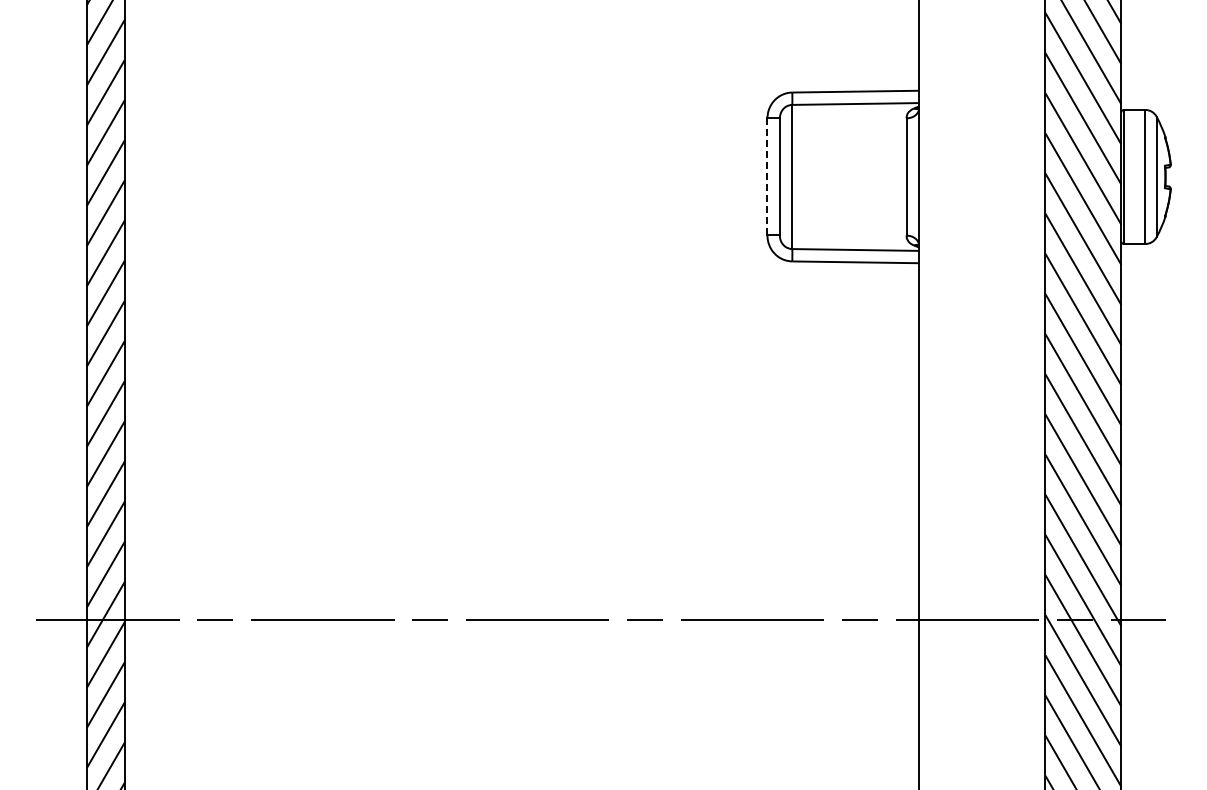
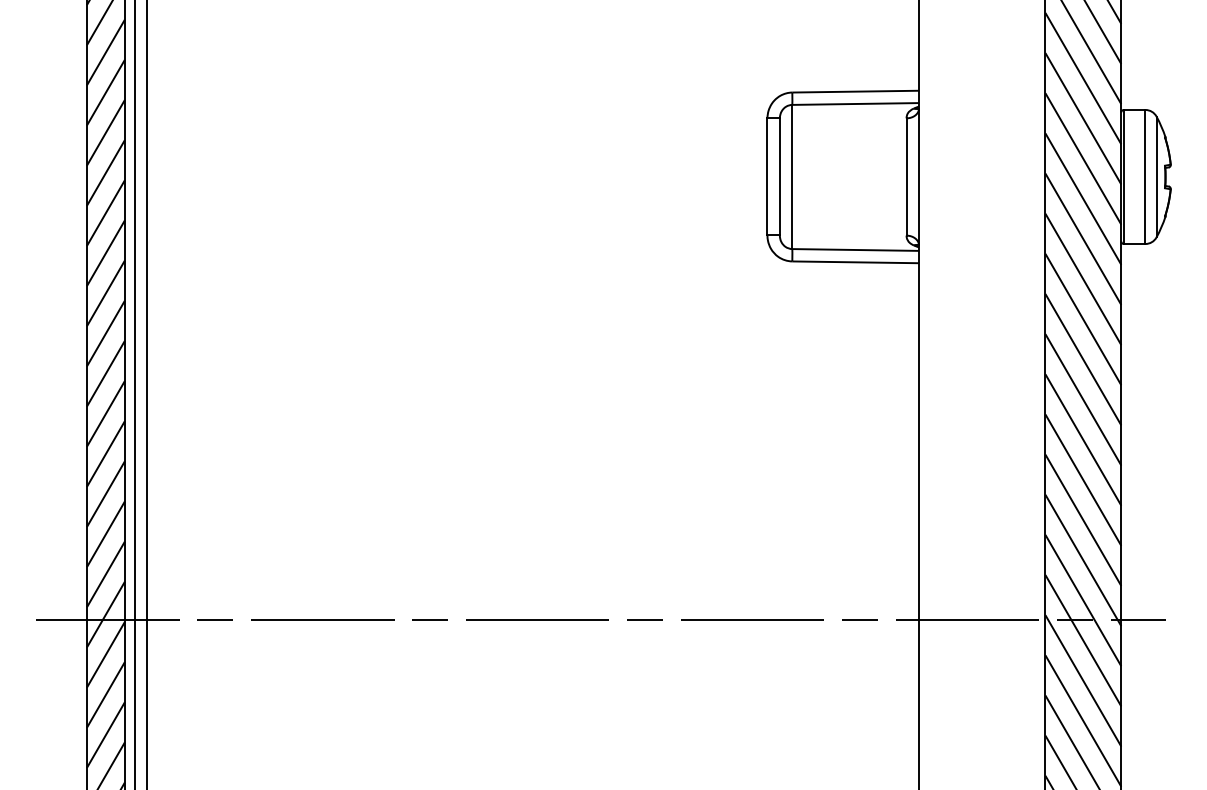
line at (767, 177): dashed -> solid
line at (134, 394): none -> present
line at (147, 394): none -> present
